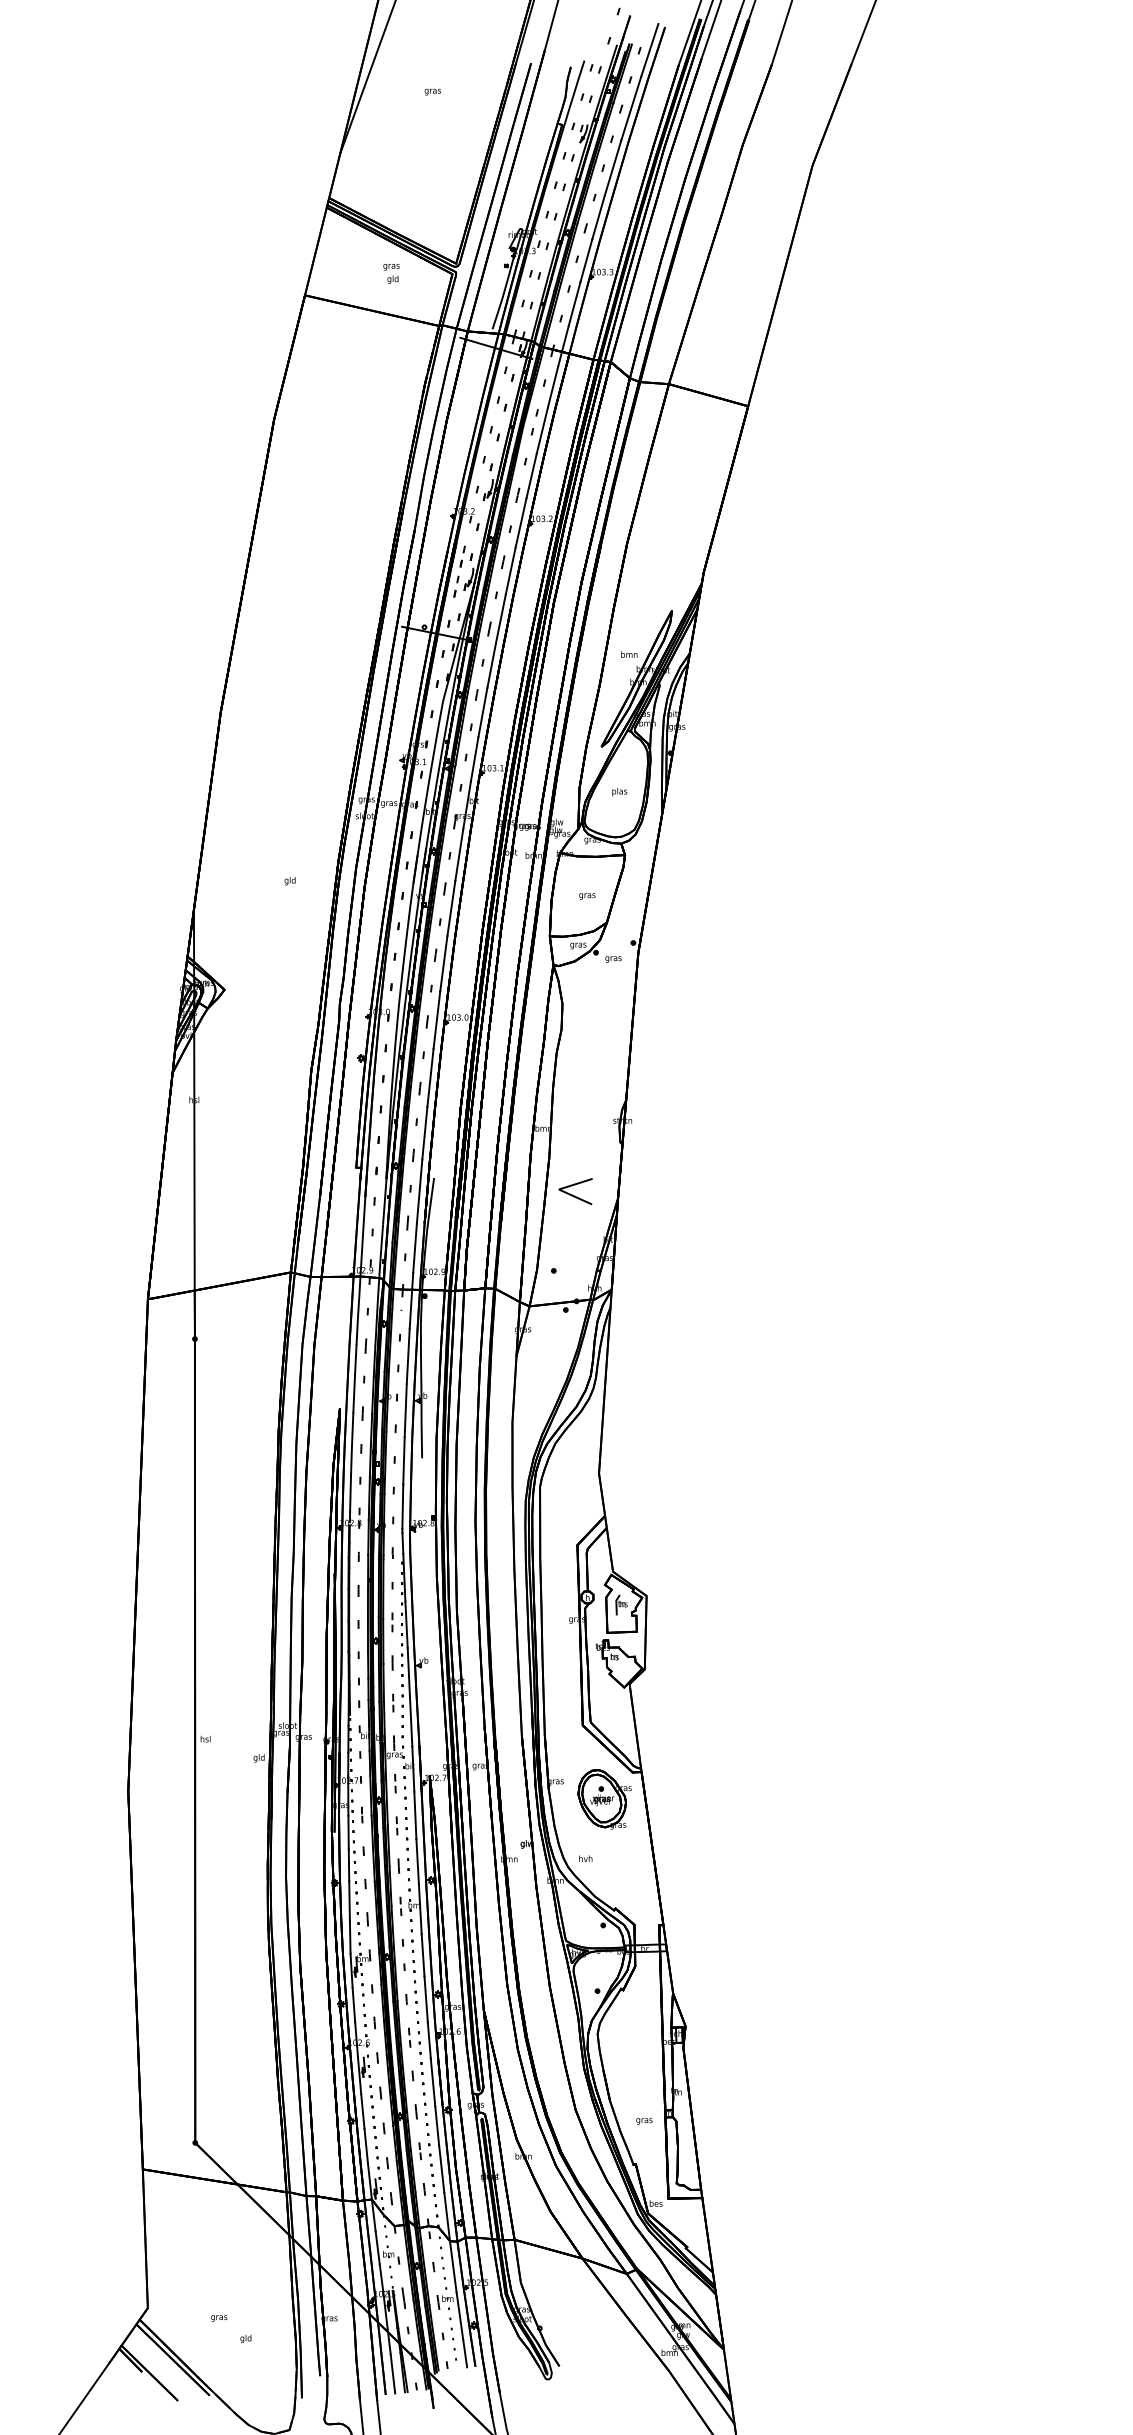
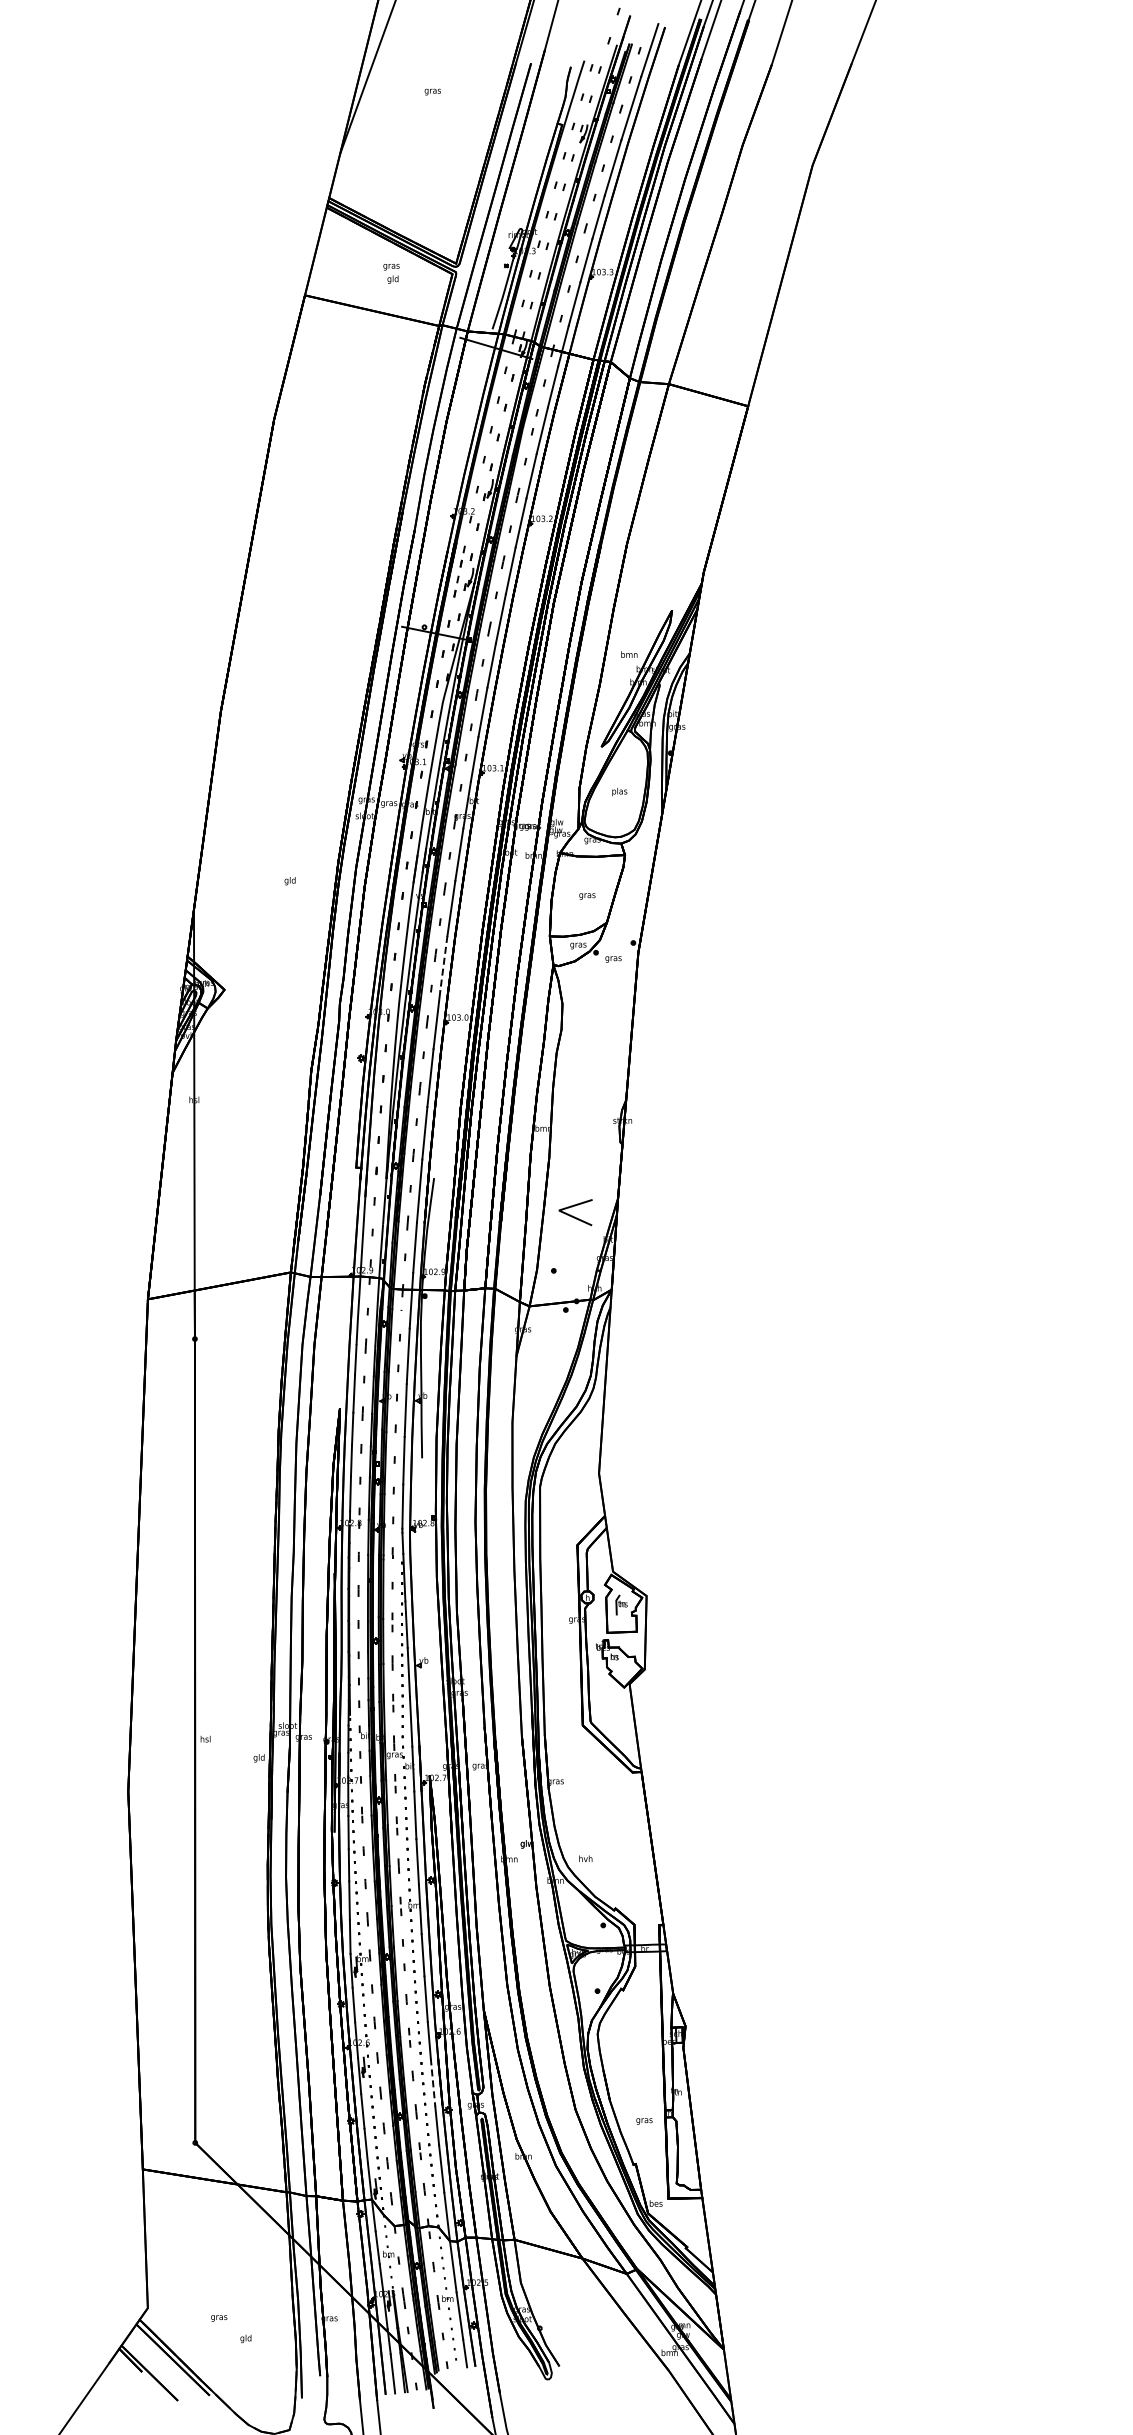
line at (443, 963): solid -> dashed
line at (574, 1195) position: (574, 1195) -> (574, 1216)
part at (604, 1799): present -> none
line at (433, 2082): solid -> dashed
